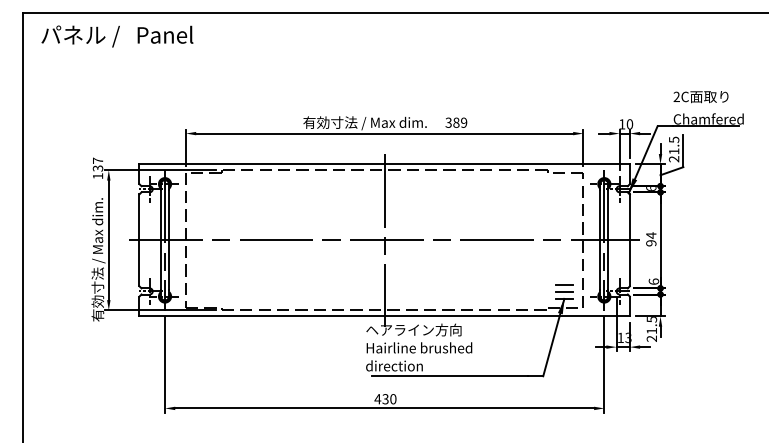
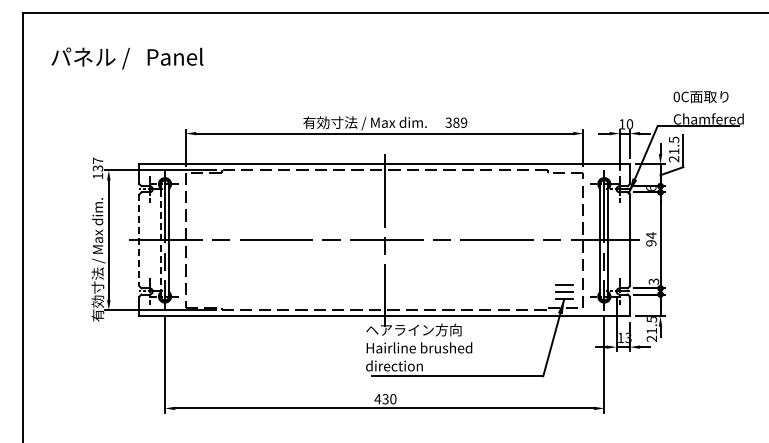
text at (117, 36) position: (117, 36) -> (127, 58)
text at (676, 96): 2C -> 0C
line at (139, 240): solid -> dashed
line at (160, 240): solid -> dashed
text at (653, 281): 6 -> 3
